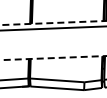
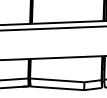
line at (53, 23): dashed -> solid
line at (53, 58): dashed -> solid
